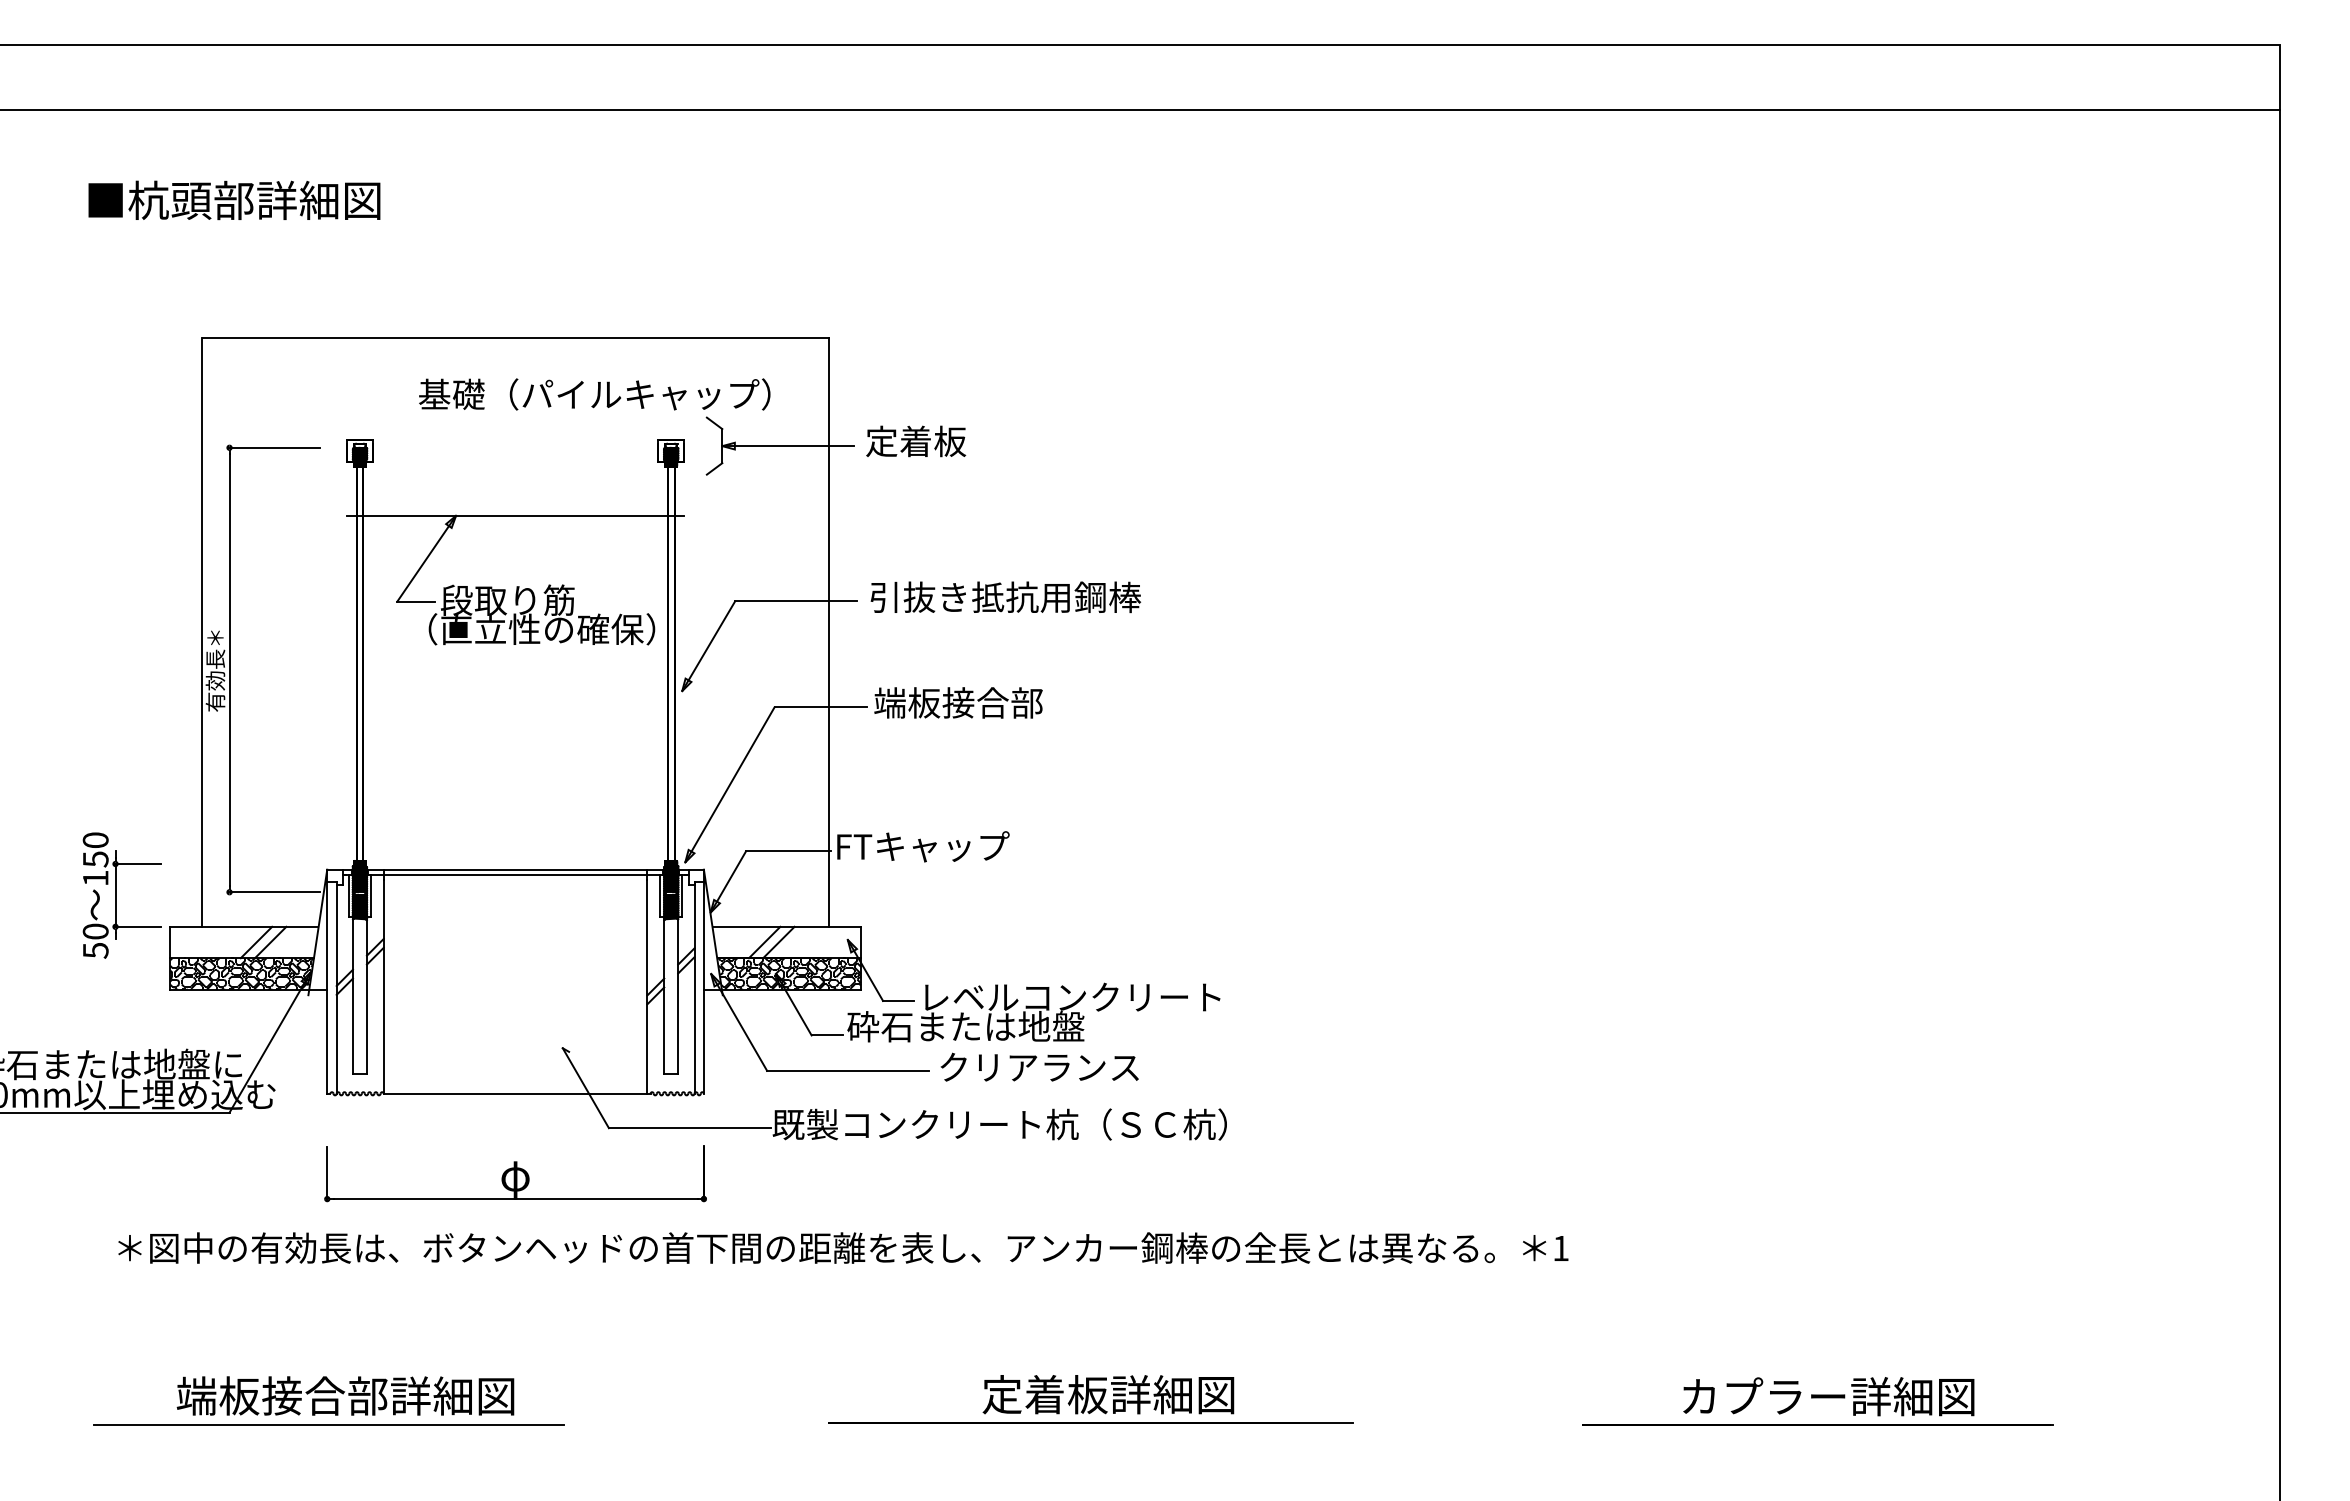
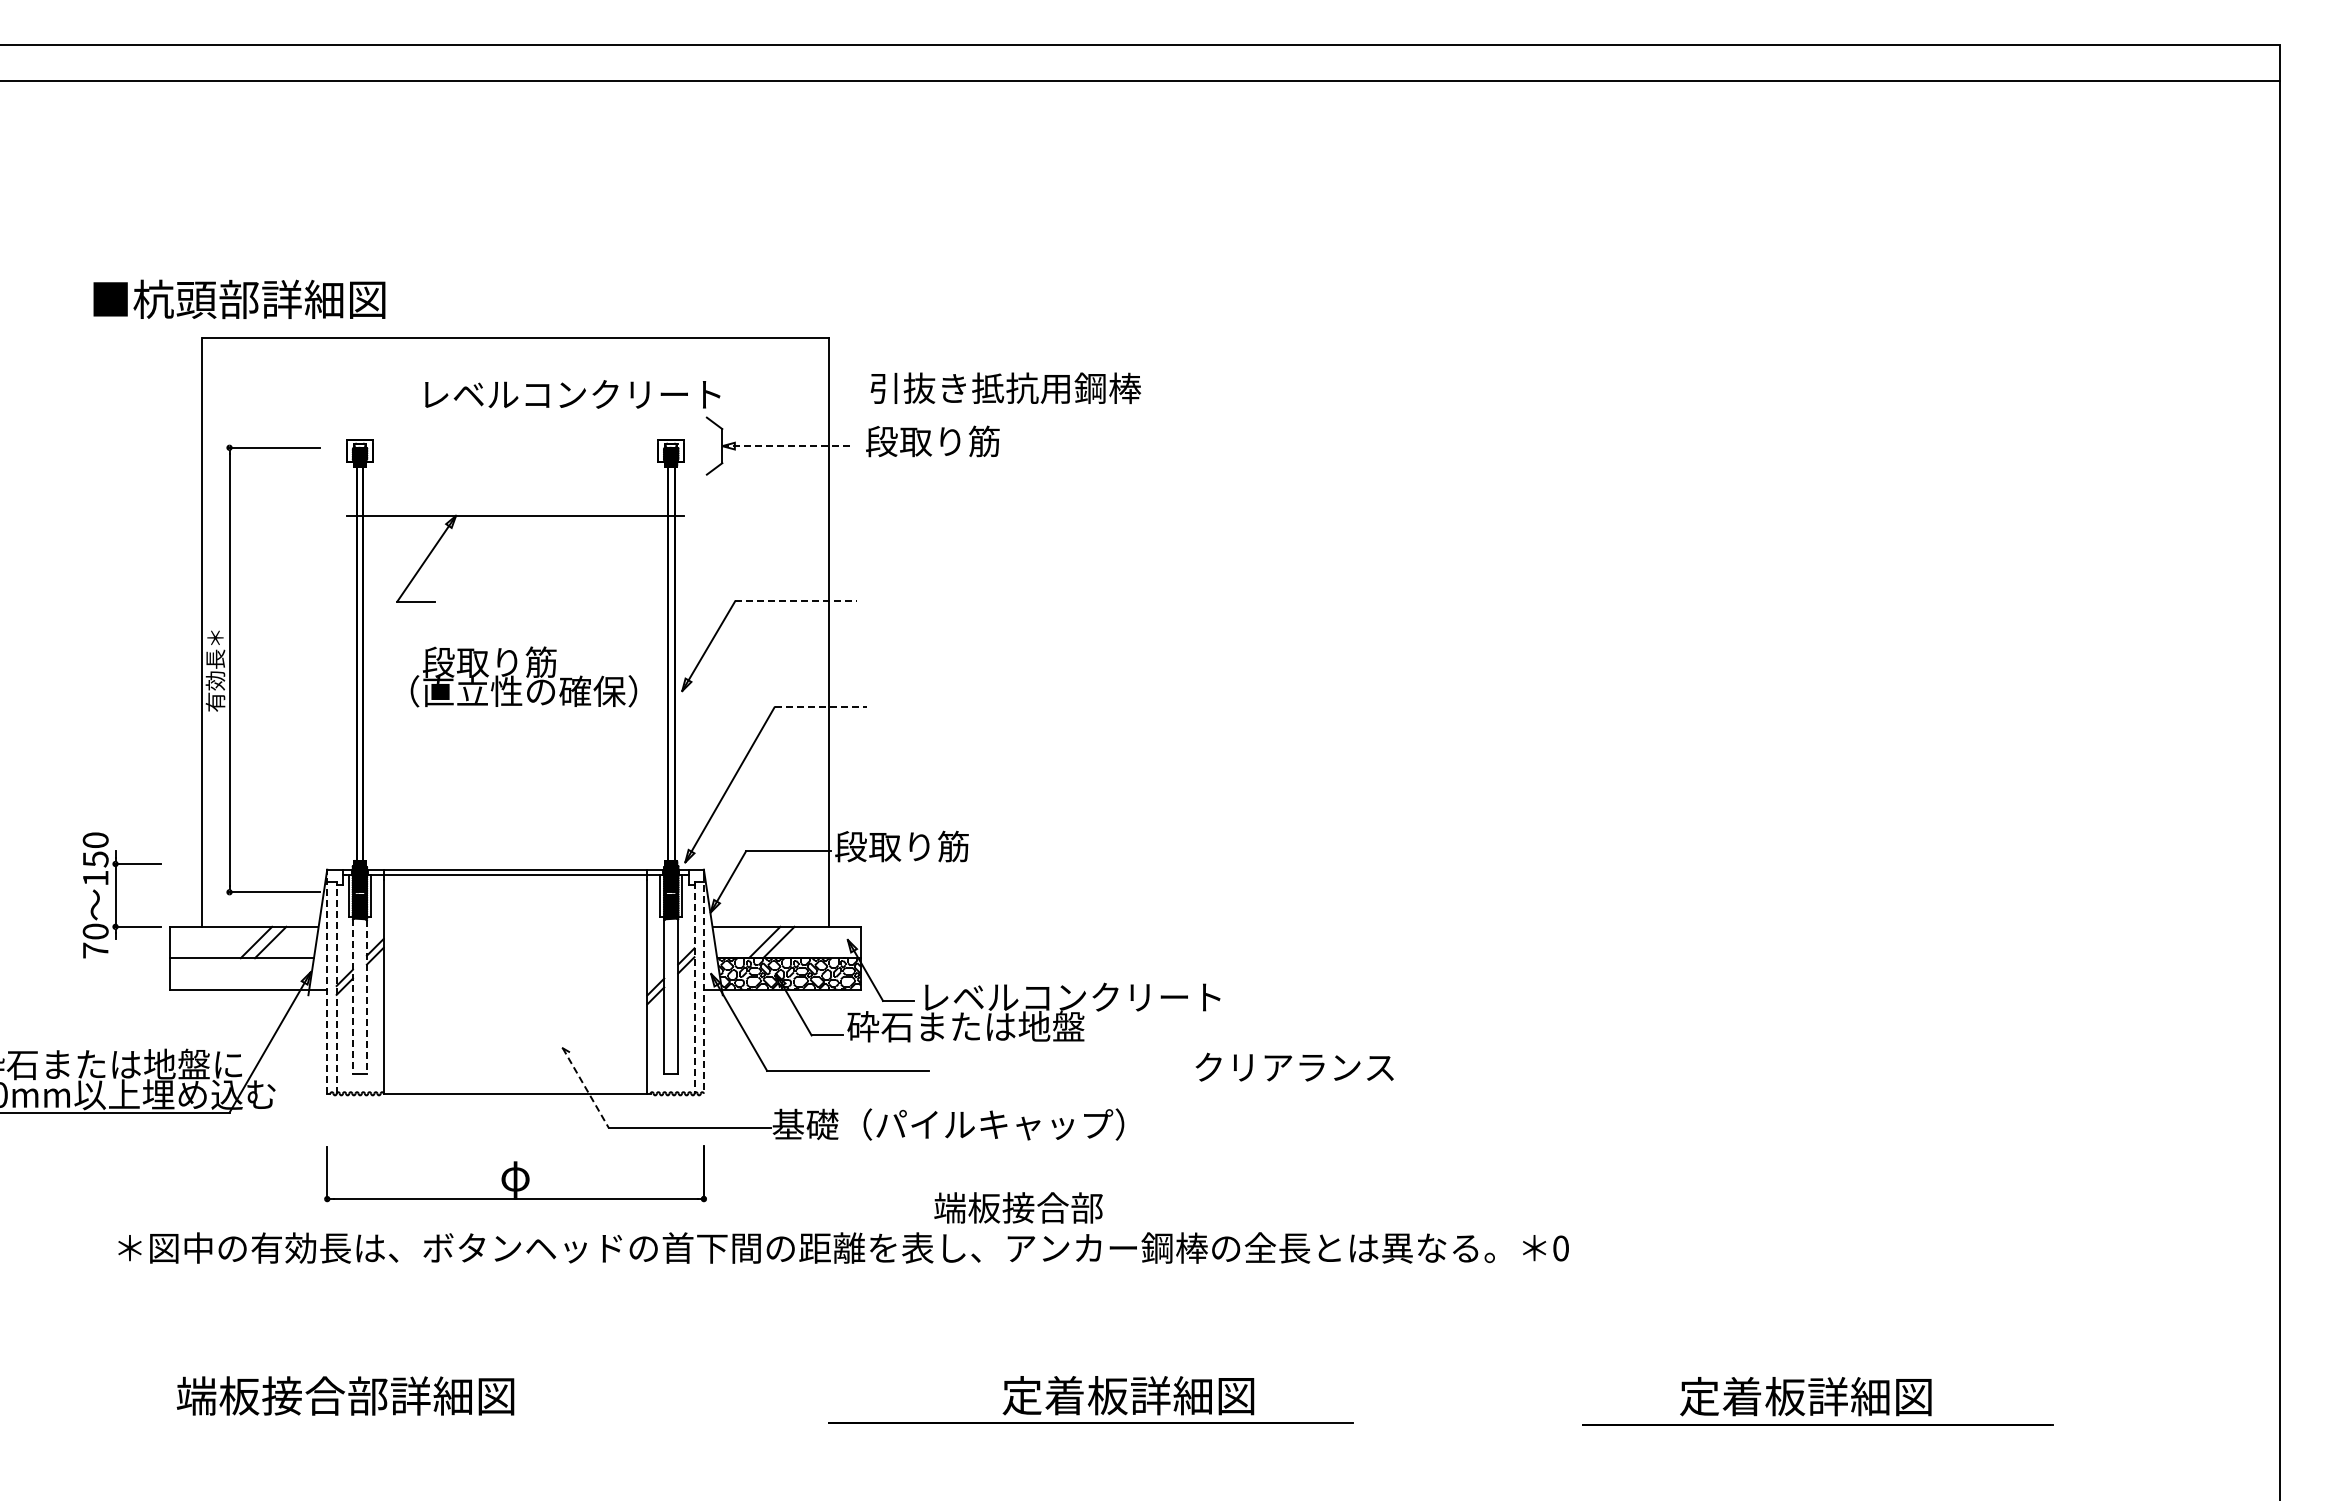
line at (1140, 110) position: (1140, 110) -> (1140, 81)
text at (234, 200) position: (234, 200) -> (239, 299)
text at (594, 394): 基礎（パイルキャップ） -> レベルコンクリート
text at (932, 441): 定着板 -> 段取り筋
line at (787, 446): solid -> dashed
text at (1005, 597) position: (1005, 597) -> (1005, 388)
line at (796, 601): solid -> dashed
text at (541, 614) position: (541, 614) -> (523, 676)
text at (958, 702) position: (958, 702) -> (1018, 1207)
line at (820, 707): solid -> dashed
text at (922, 846): FTキャップ -> 段取り筋
text at (95, 950): 50 -> 70
hatch at (241, 973): present -> none
line at (327, 983): solid -> dashed
line at (703, 983): solid -> dashed
line at (694, 988): solid -> dashed
line at (336, 989): solid -> dashed
line at (352, 997): solid -> dashed
line at (366, 997): solid -> dashed
text at (1039, 1066) position: (1039, 1066) -> (1294, 1066)
line at (586, 1088): solid -> dashed
text at (999, 1124): 既製コンクリート杭（ＳＣ杭） -> 基礎（パイルキャップ）
text at (1560, 1248): 1 -> 0
text at (1108, 1394) position: (1108, 1394) -> (1128, 1395)
text at (1827, 1396): カプラー詳細図 -> 定着板詳細図
line at (328, 1425): present -> none
